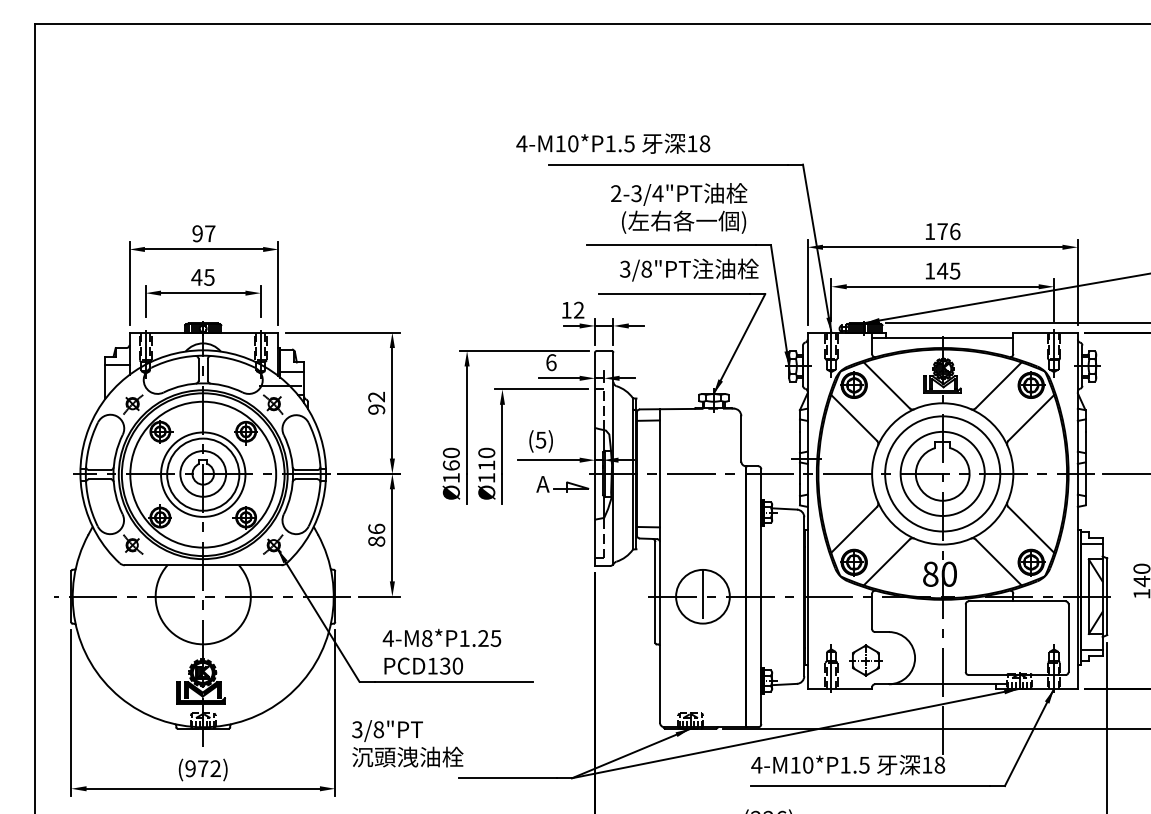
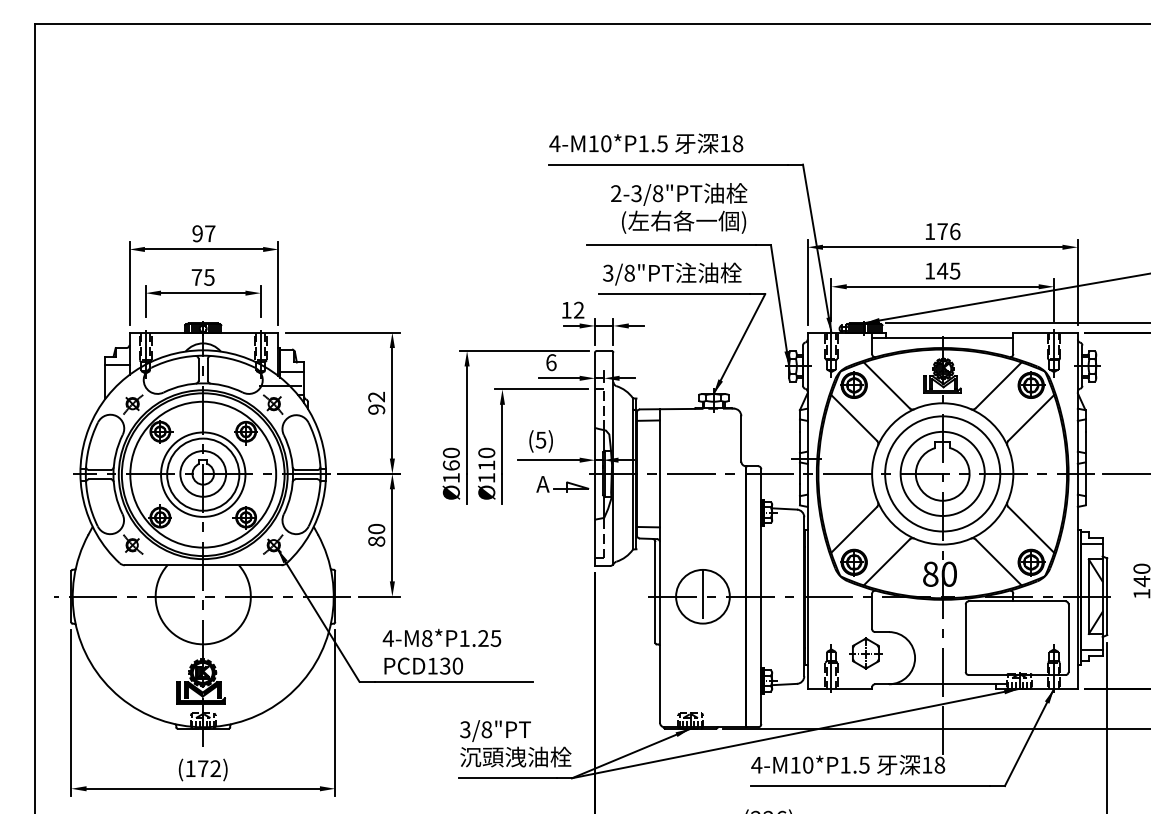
text at (613, 143) position: (613, 143) -> (646, 143)
text at (657, 193): 2-3/4"PT -> 2-3/8"PT
text at (689, 269) position: (689, 269) -> (672, 273)
text at (196, 277): 45 -> 75
text at (376, 528): 86 -> 80
part at (865, 660) position: (865, 660) -> (865, 653)
text at (407, 743) position: (407, 743) -> (515, 743)
text at (190, 768): (972) -> (172)
